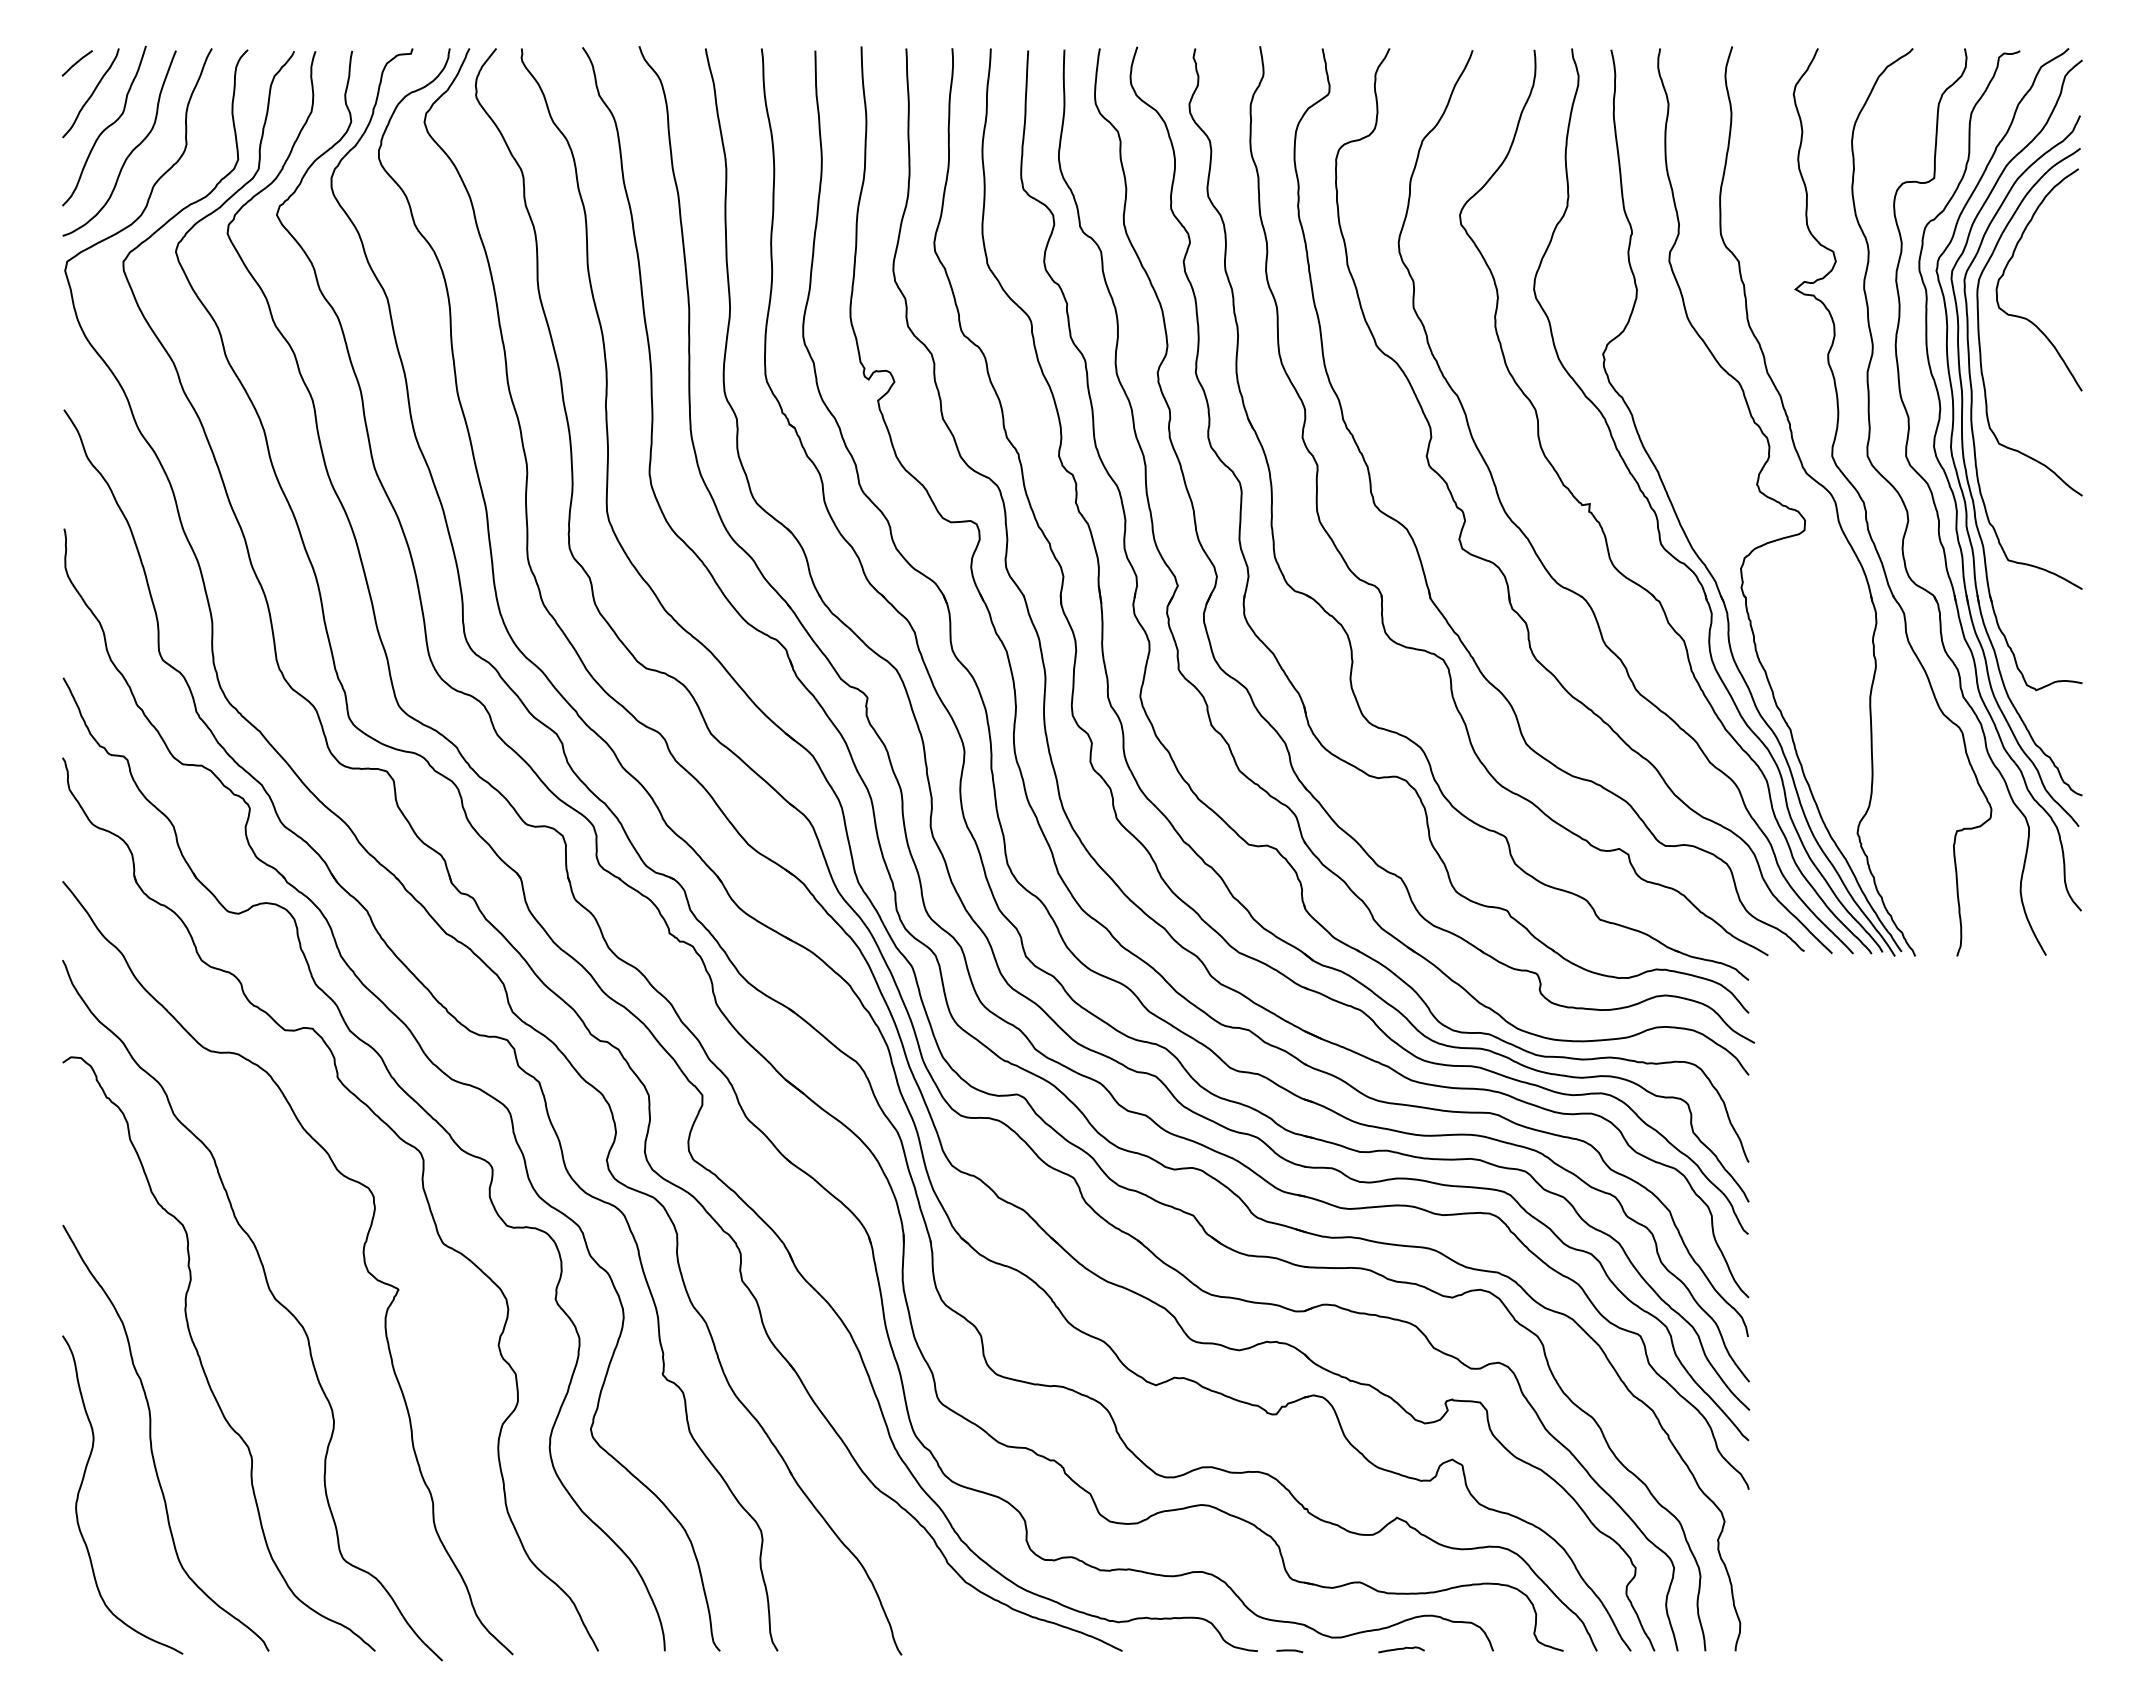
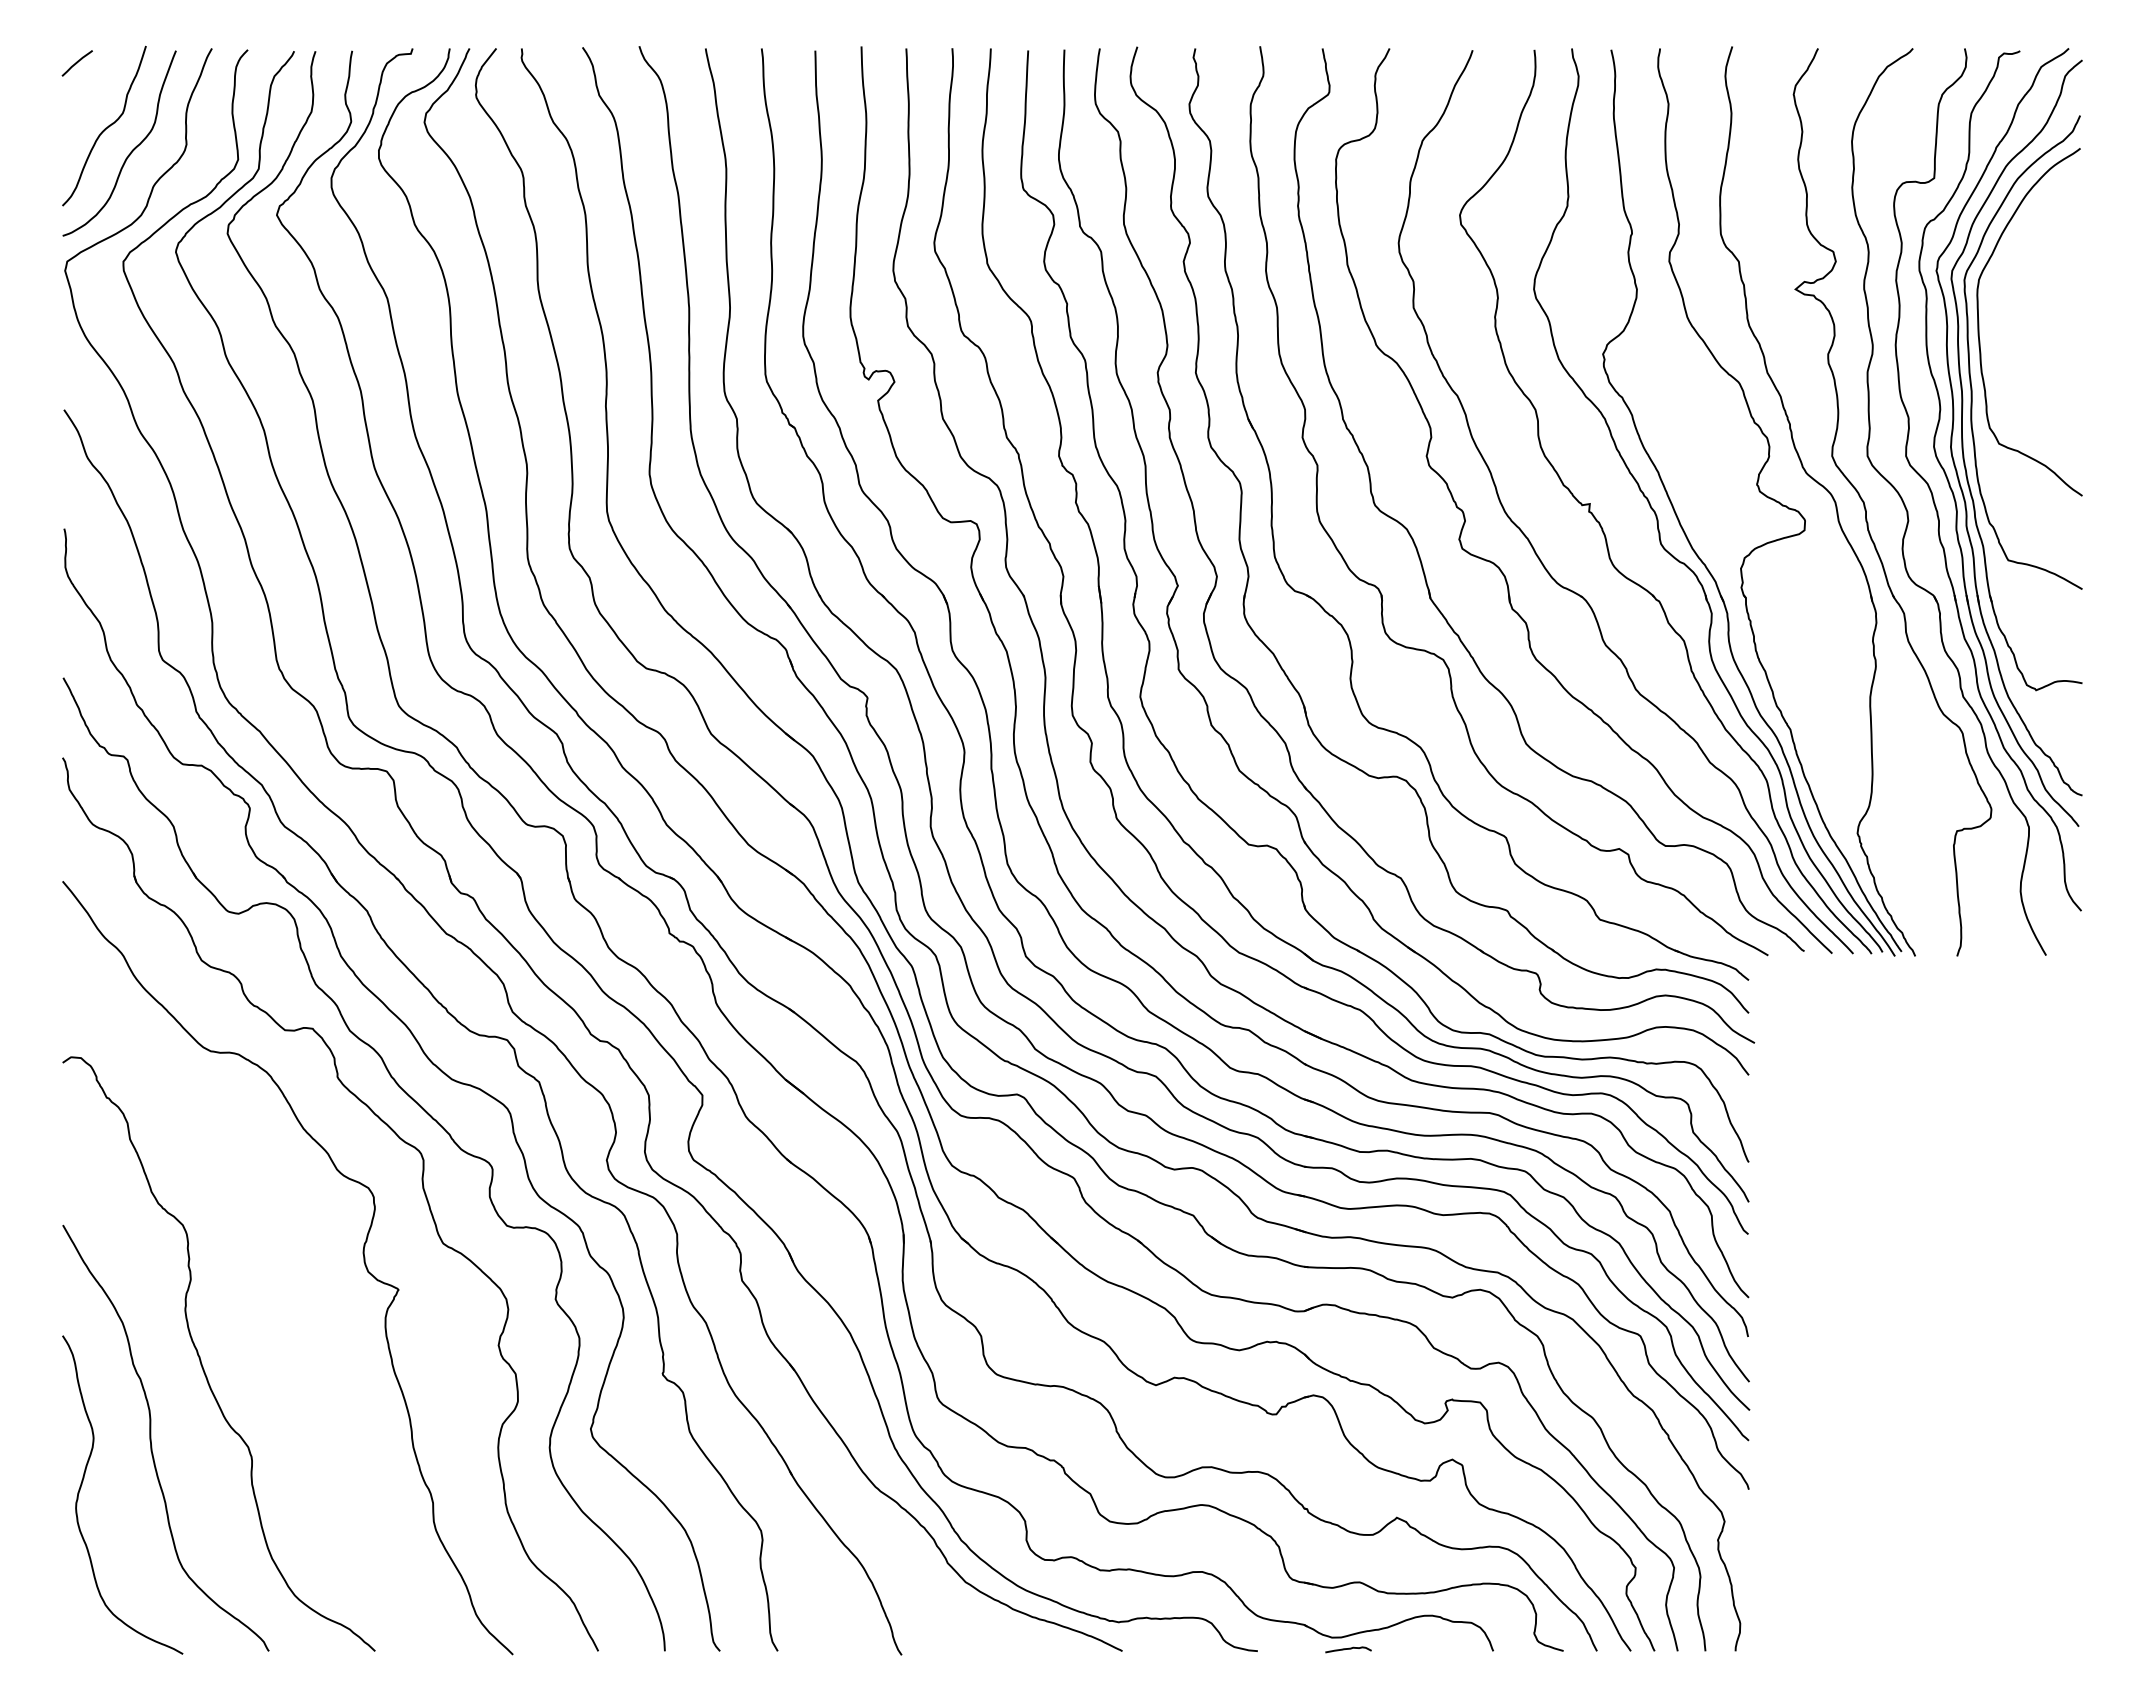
curve at (91, 93): present -> none
curve at (2012, 258): present -> none
curve at (272, 1296): present -> none
curve at (1401, 1649) position: (1401, 1649) -> (1348, 1649)
line at (1289, 1651): present -> none
